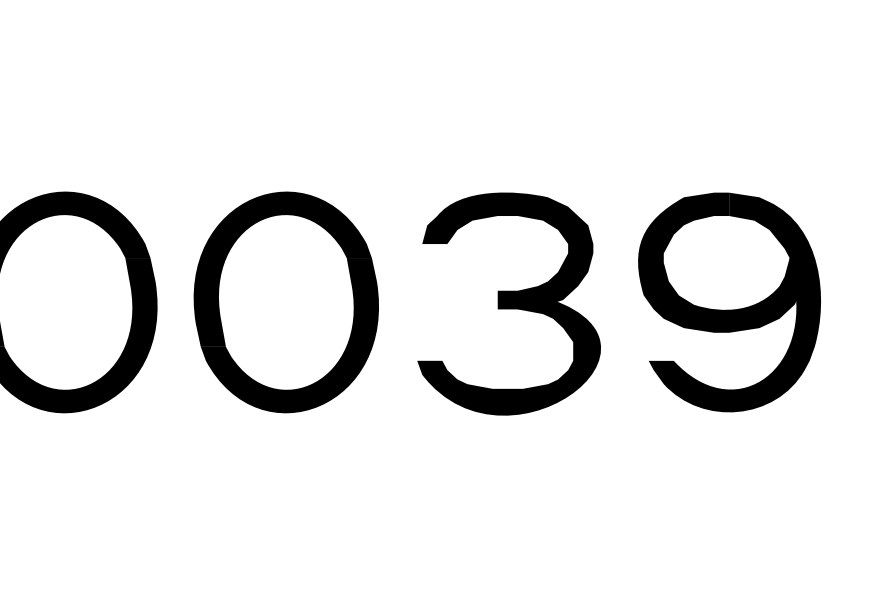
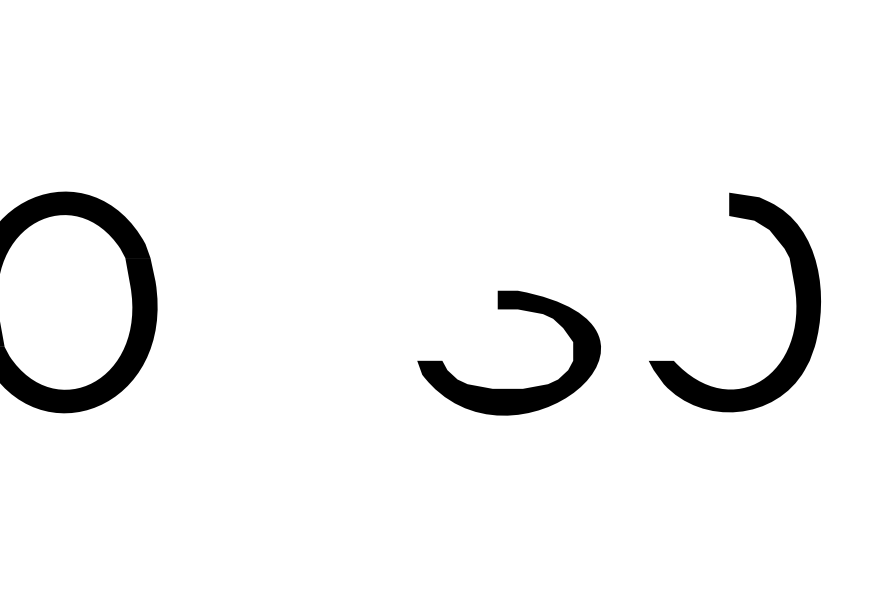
fill at (507, 250): present -> none
fill at (726, 262): present -> none
part at (285, 302): present -> none
